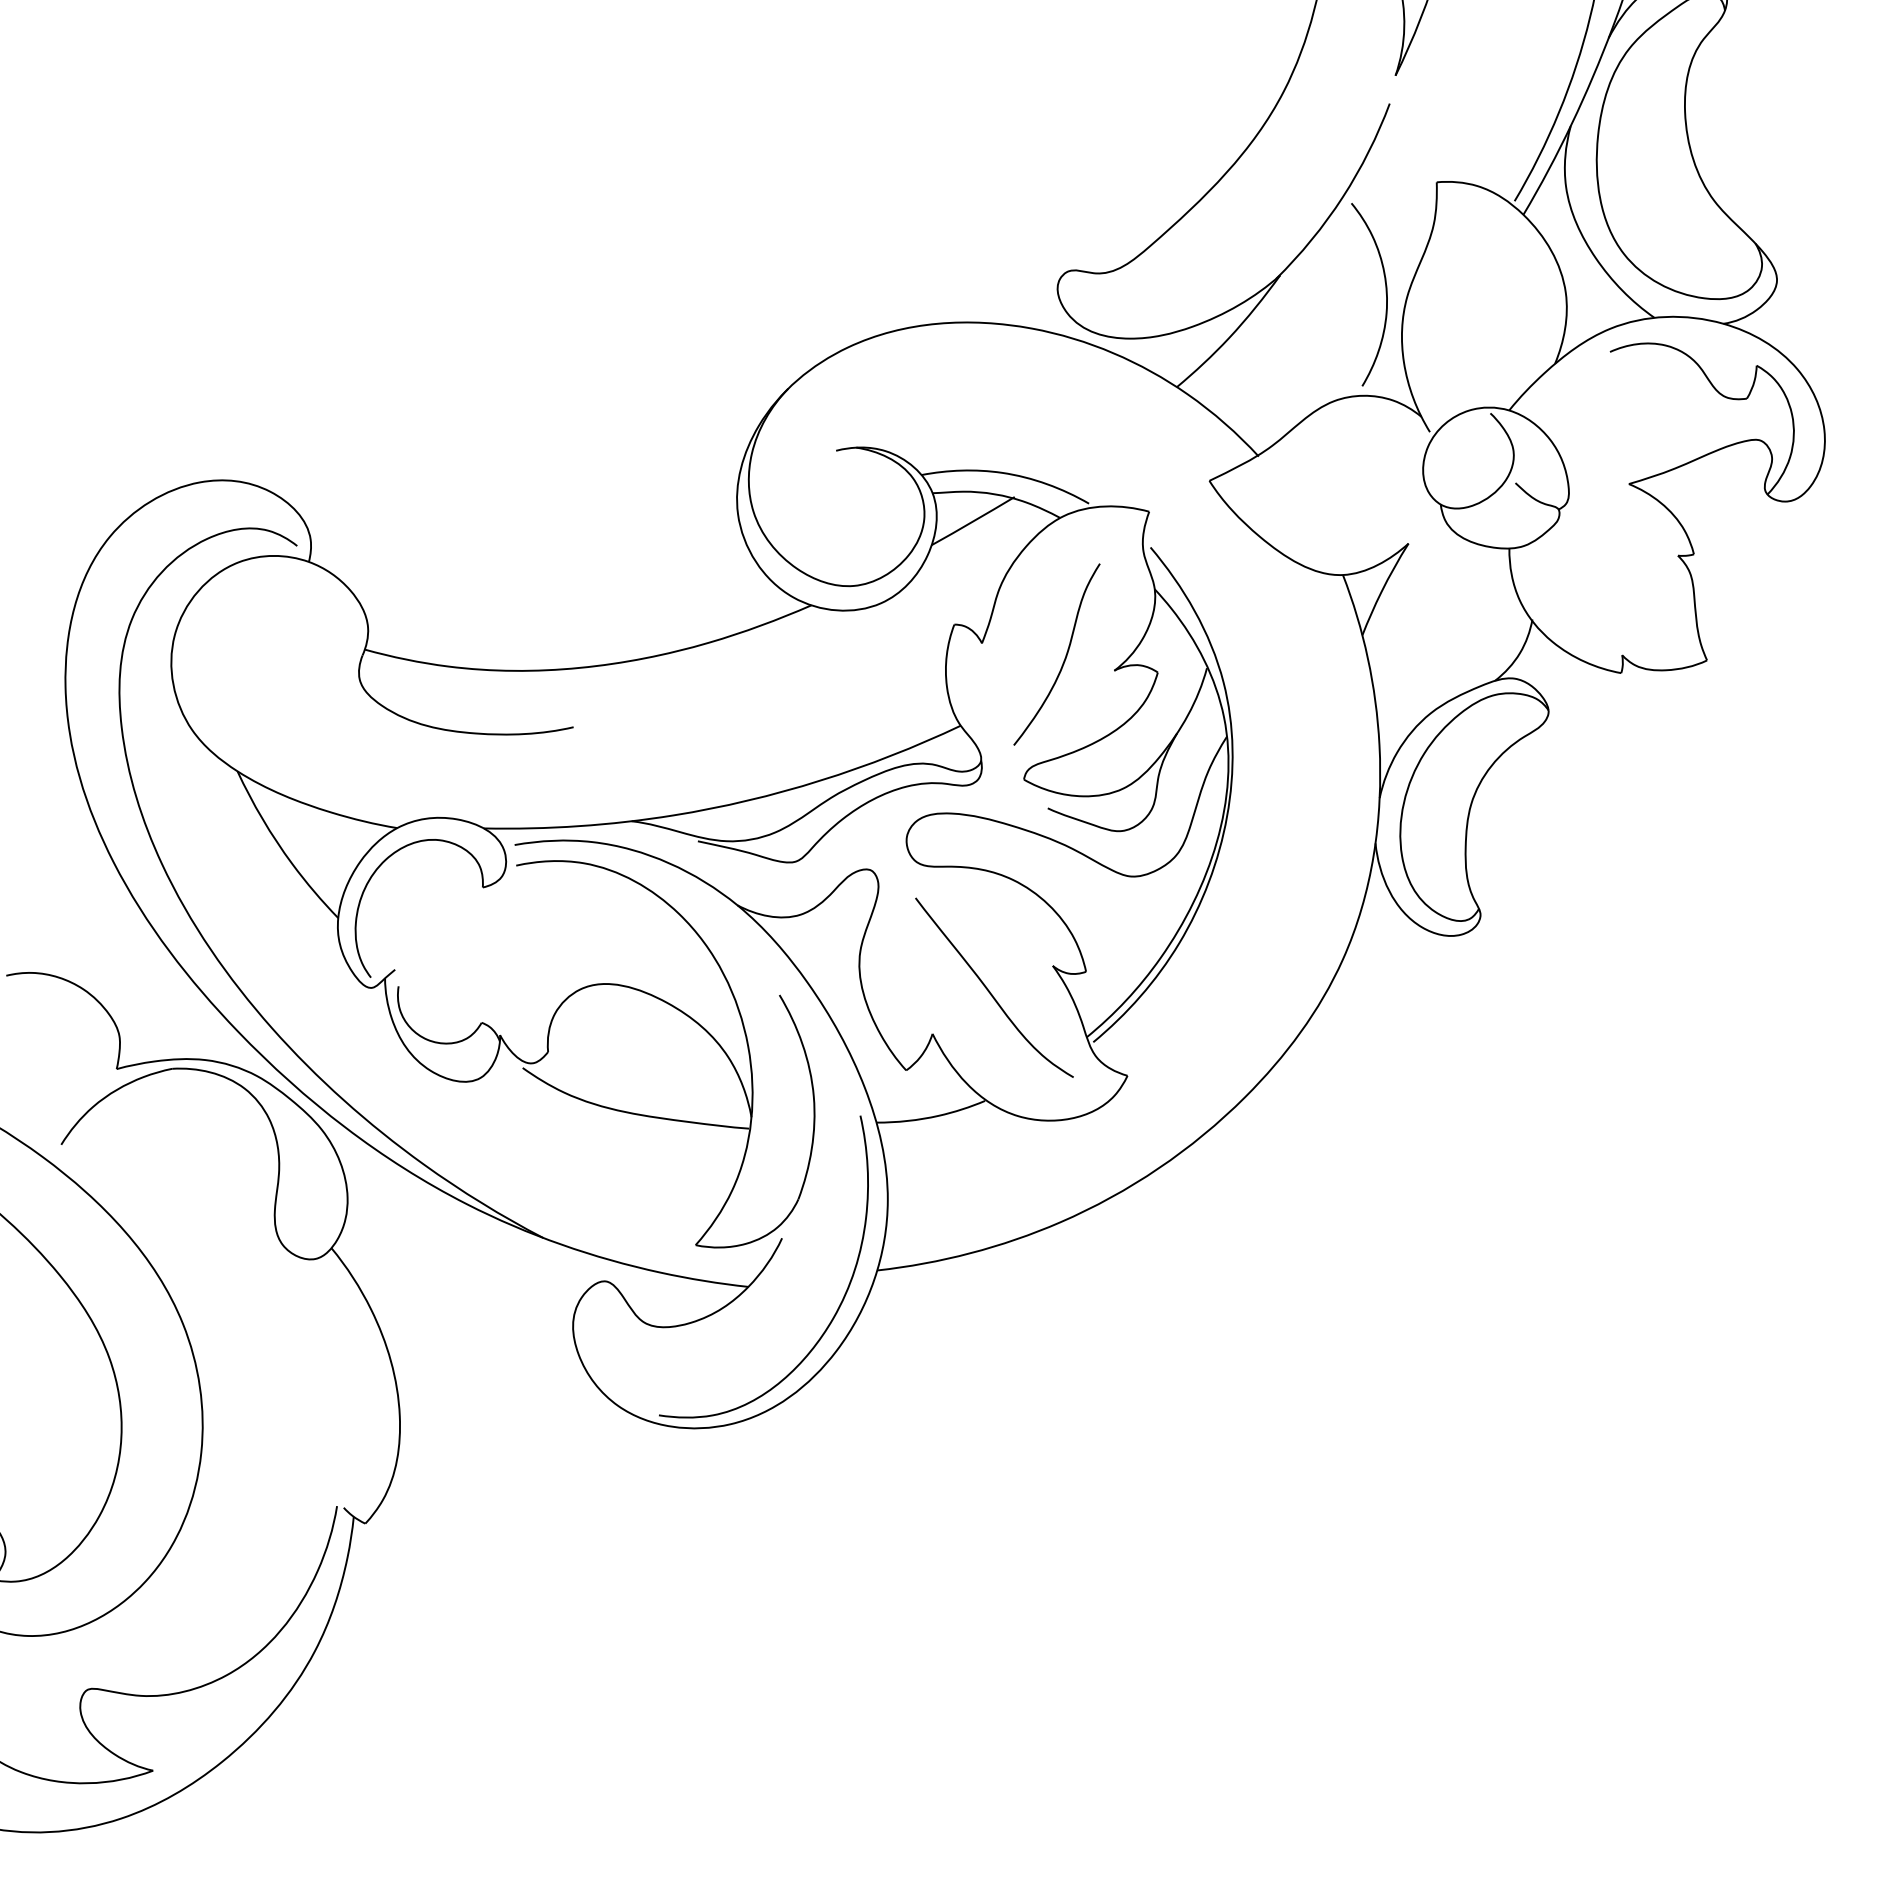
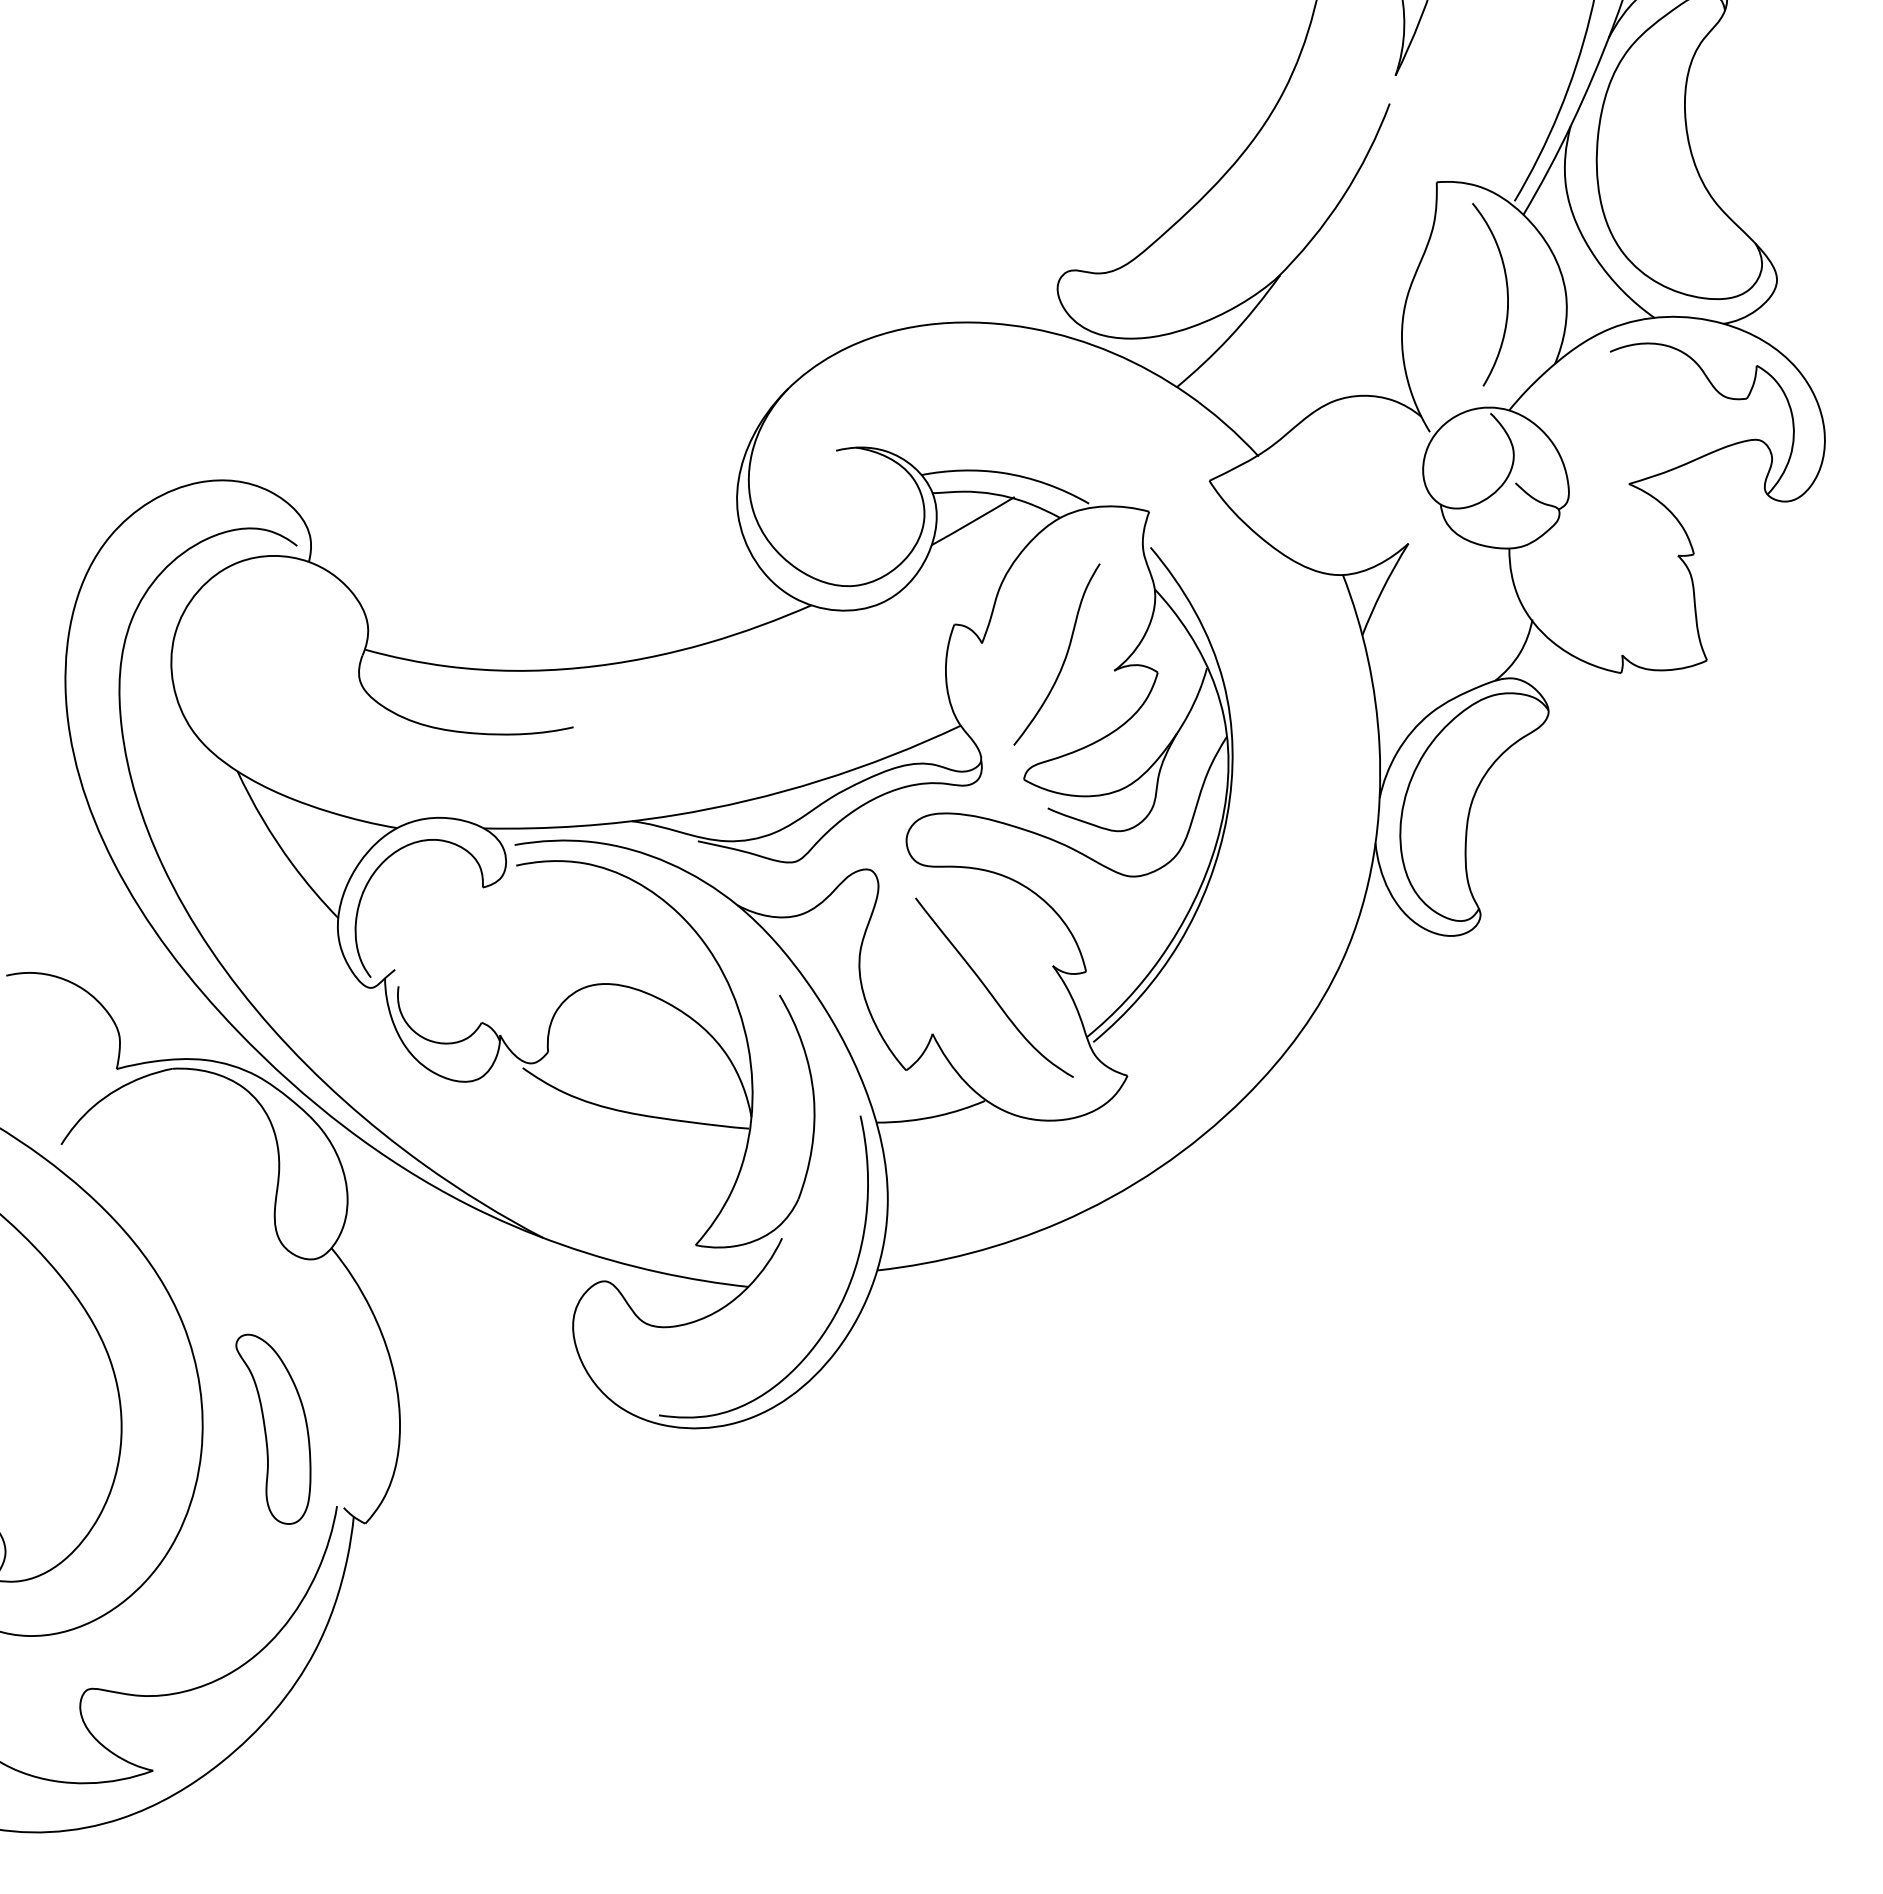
curve at (1385, 293) position: (1385, 293) -> (1506, 293)
part at (273, 1428): none -> present
